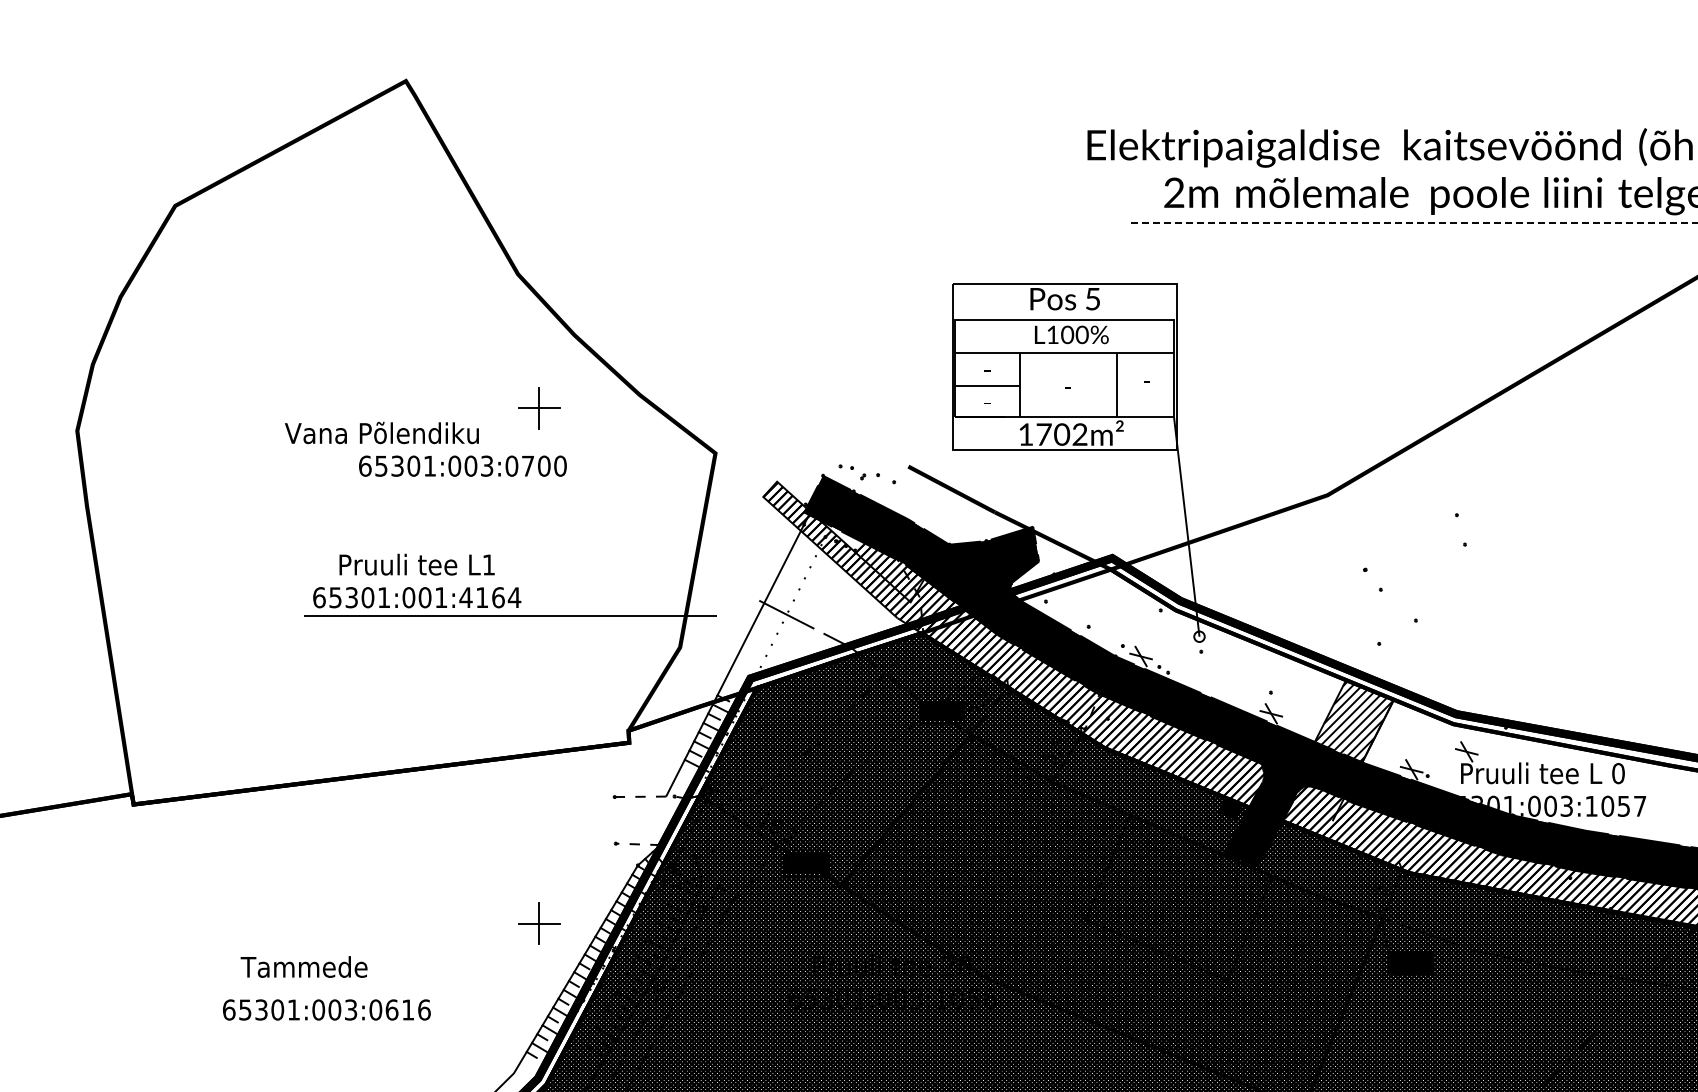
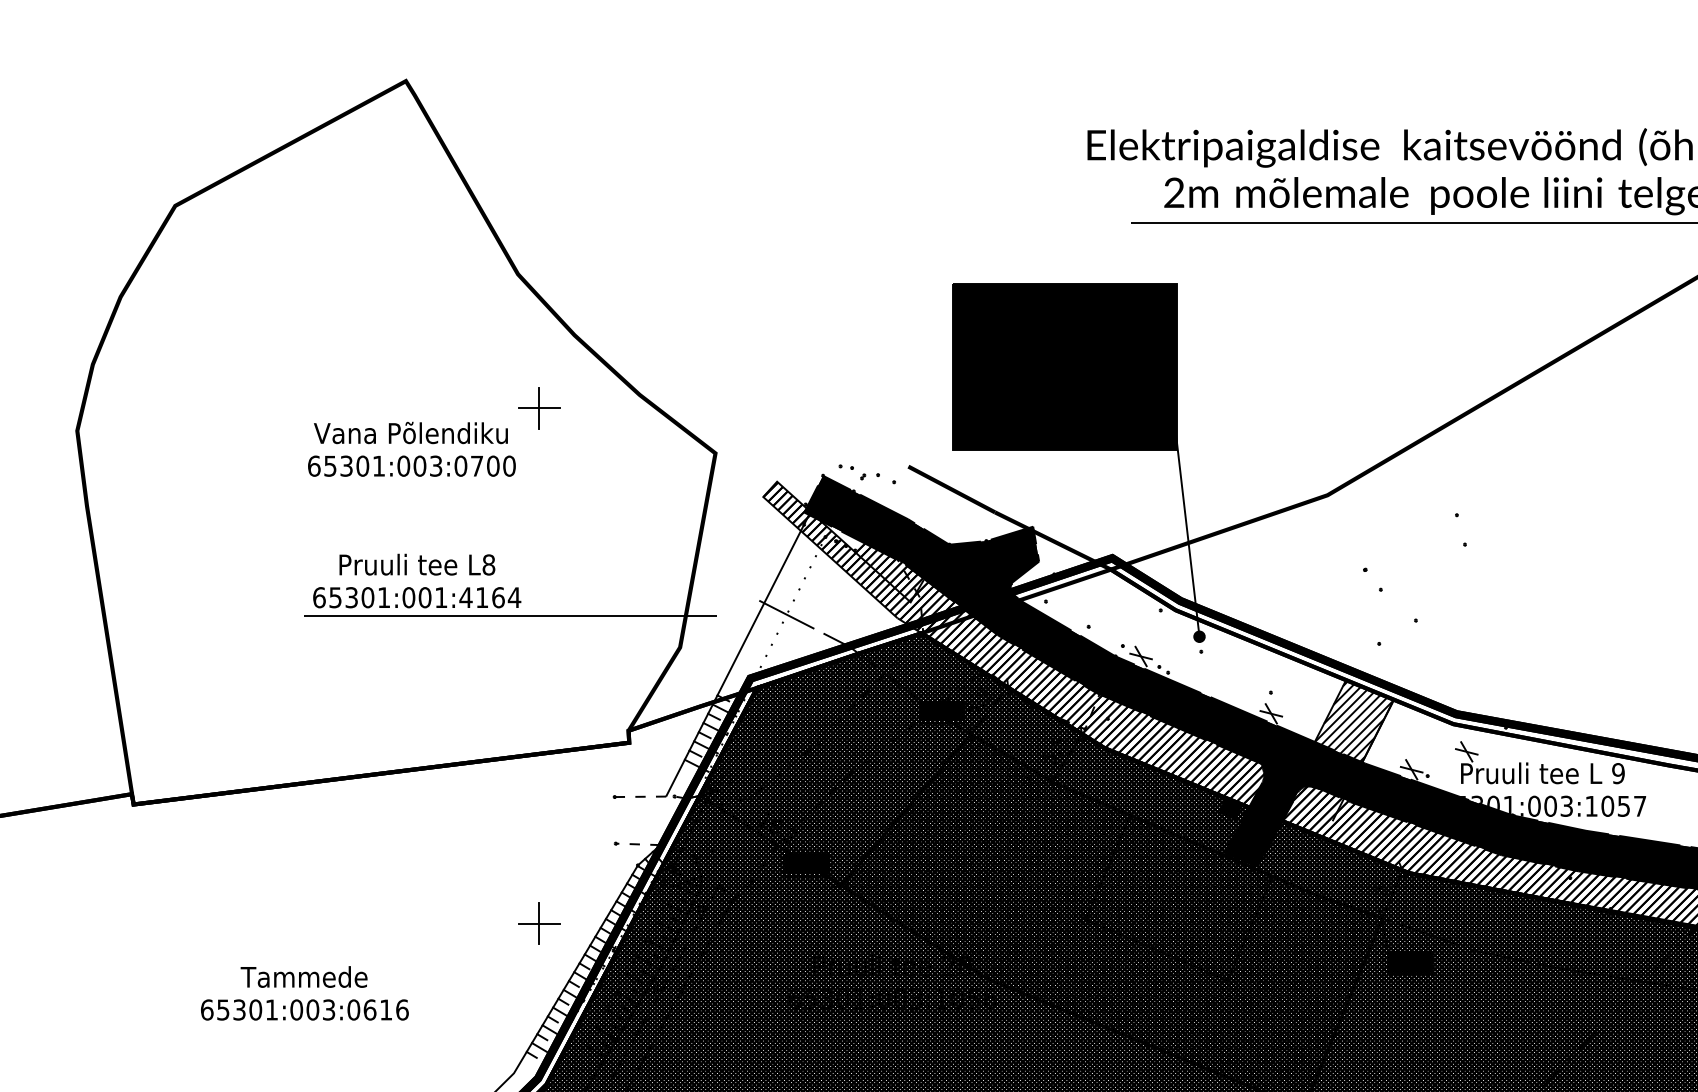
line at (1414, 222): dashed -> solid
fill at (1064, 366): none -> present
text at (381, 432) position: (381, 432) -> (410, 432)
text at (462, 465) position: (462, 465) -> (411, 465)
text at (488, 564): L1 -> L8
fill at (1199, 636): none -> present
text at (1618, 773): 0 -> 9
text at (303, 966) position: (303, 966) -> (303, 976)
text at (326, 1009) position: (326, 1009) -> (304, 1009)
